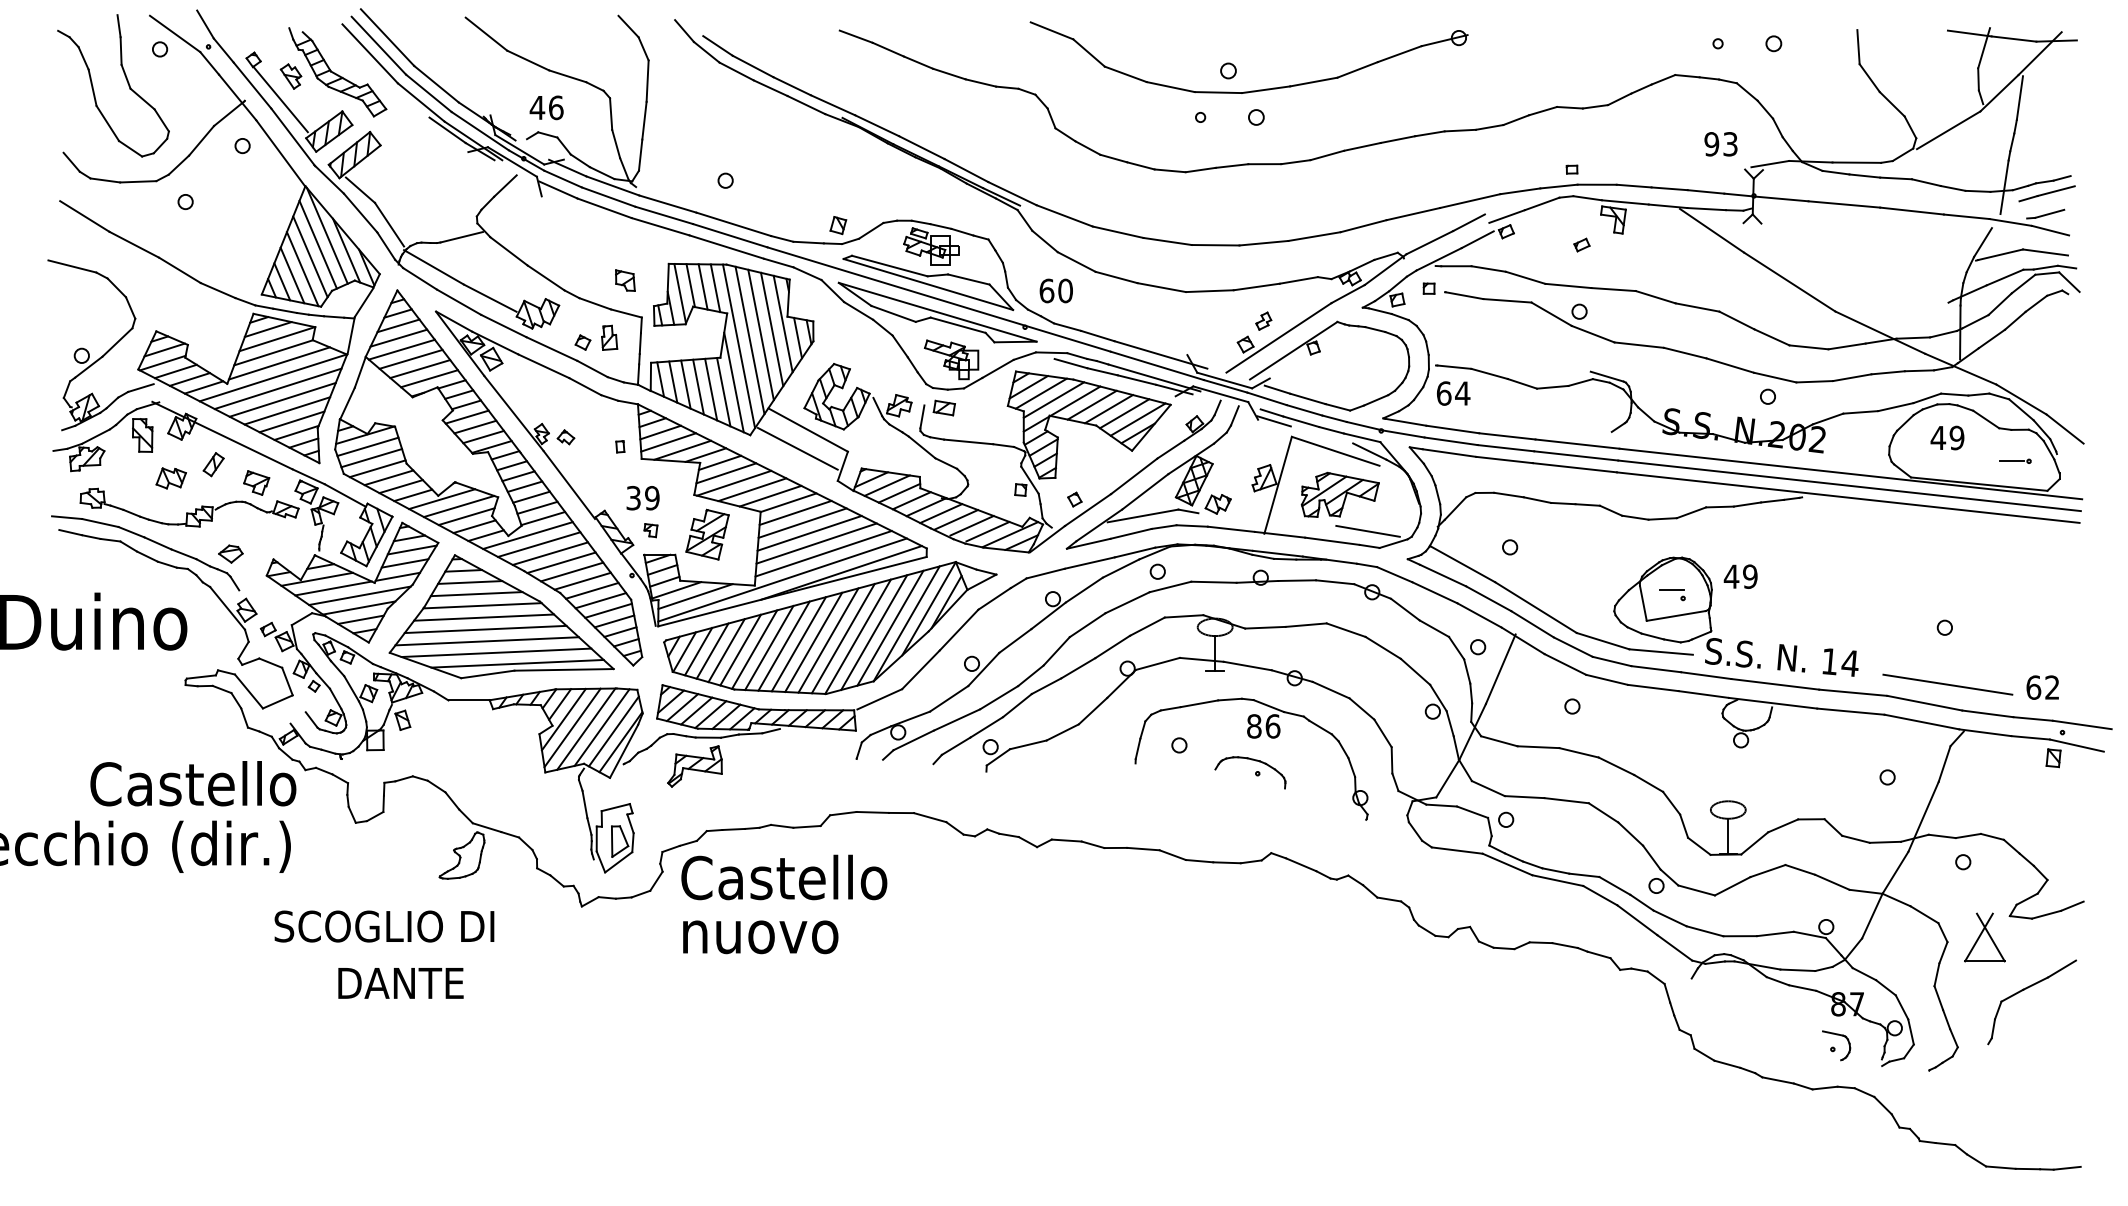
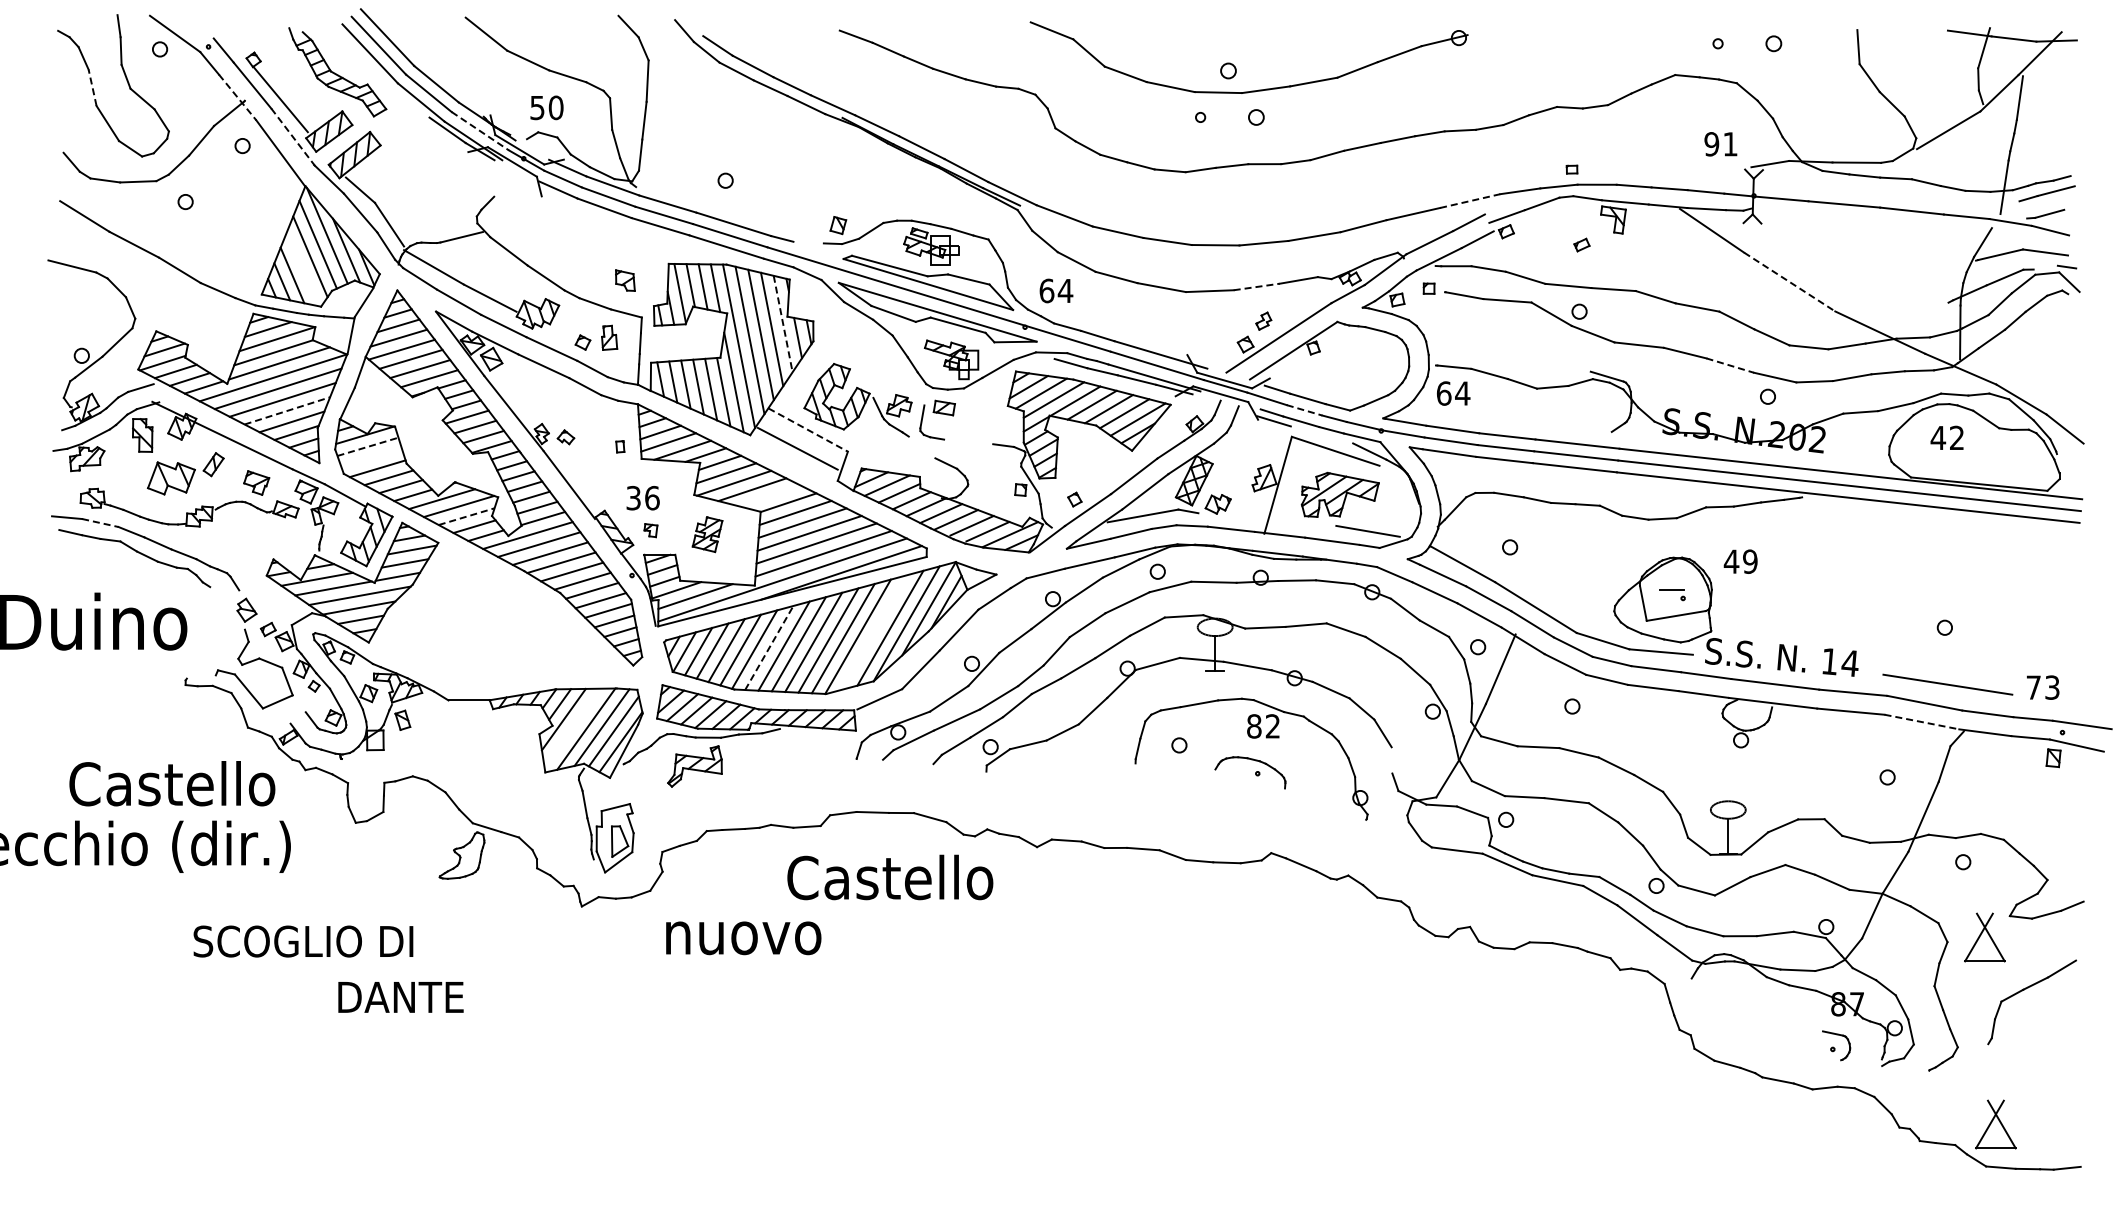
line at (205, 24): present -> none
part at (290, 76): present -> none
line at (92, 87): solid -> dashed
line at (237, 97): solid -> dashed
text at (546, 107): 46 -> 50
line at (480, 131): solid -> dashed
line at (293, 137): solid -> dashed
text at (1730, 144): 93 -> 91
line at (505, 185): present -> none
line at (1470, 201): solid -> dashed
line at (808, 242): present -> none
line at (2045, 267): present -> none
line at (302, 269): present -> none
line at (1790, 282): solid -> dashed
line at (1257, 286): solid -> dashed
text at (1065, 290): 60 -> 64
line at (783, 324): solid -> dashed
line at (1730, 365): solid -> dashed
line at (287, 410): solid -> dashed
line at (1304, 410): solid -> dashed
line at (808, 430): solid -> dashed
text at (1956, 437): 49 -> 42
line at (968, 441): present -> none
line at (367, 446): solid -> dashed
line at (921, 447): present -> none
line at (371, 458): present -> none
part at (2015, 460): present -> none
part at (170, 478) size: 32x23 px -> 49x35 px
line at (770, 495): present -> none
text at (652, 497): 39 -> 36
line at (467, 516): solid -> dashed
line at (100, 523): solid -> dashed
part at (707, 534) size: 45x53 px -> 33x38 px
part at (230, 553): present -> none
text at (1740, 576) position: (1740, 576) -> (1740, 561)
line at (227, 608): present -> none
part at (501, 616): present -> none
line at (874, 632): present -> none
line at (769, 647): solid -> dashed
line at (200, 676): present -> none
text at (2042, 687): 62 -> 73
line at (1922, 722): solid -> dashed
text at (1272, 726): 86 -> 82
line at (572, 727): present -> none
line at (1391, 760): present -> none
text at (193, 783) position: (193, 783) -> (172, 783)
text at (784, 877) position: (784, 877) -> (890, 877)
text at (384, 926) position: (384, 926) -> (303, 941)
text at (760, 937) position: (760, 937) -> (743, 938)
text at (400, 983) position: (400, 983) -> (400, 997)
part at (1995, 1124): none -> present
